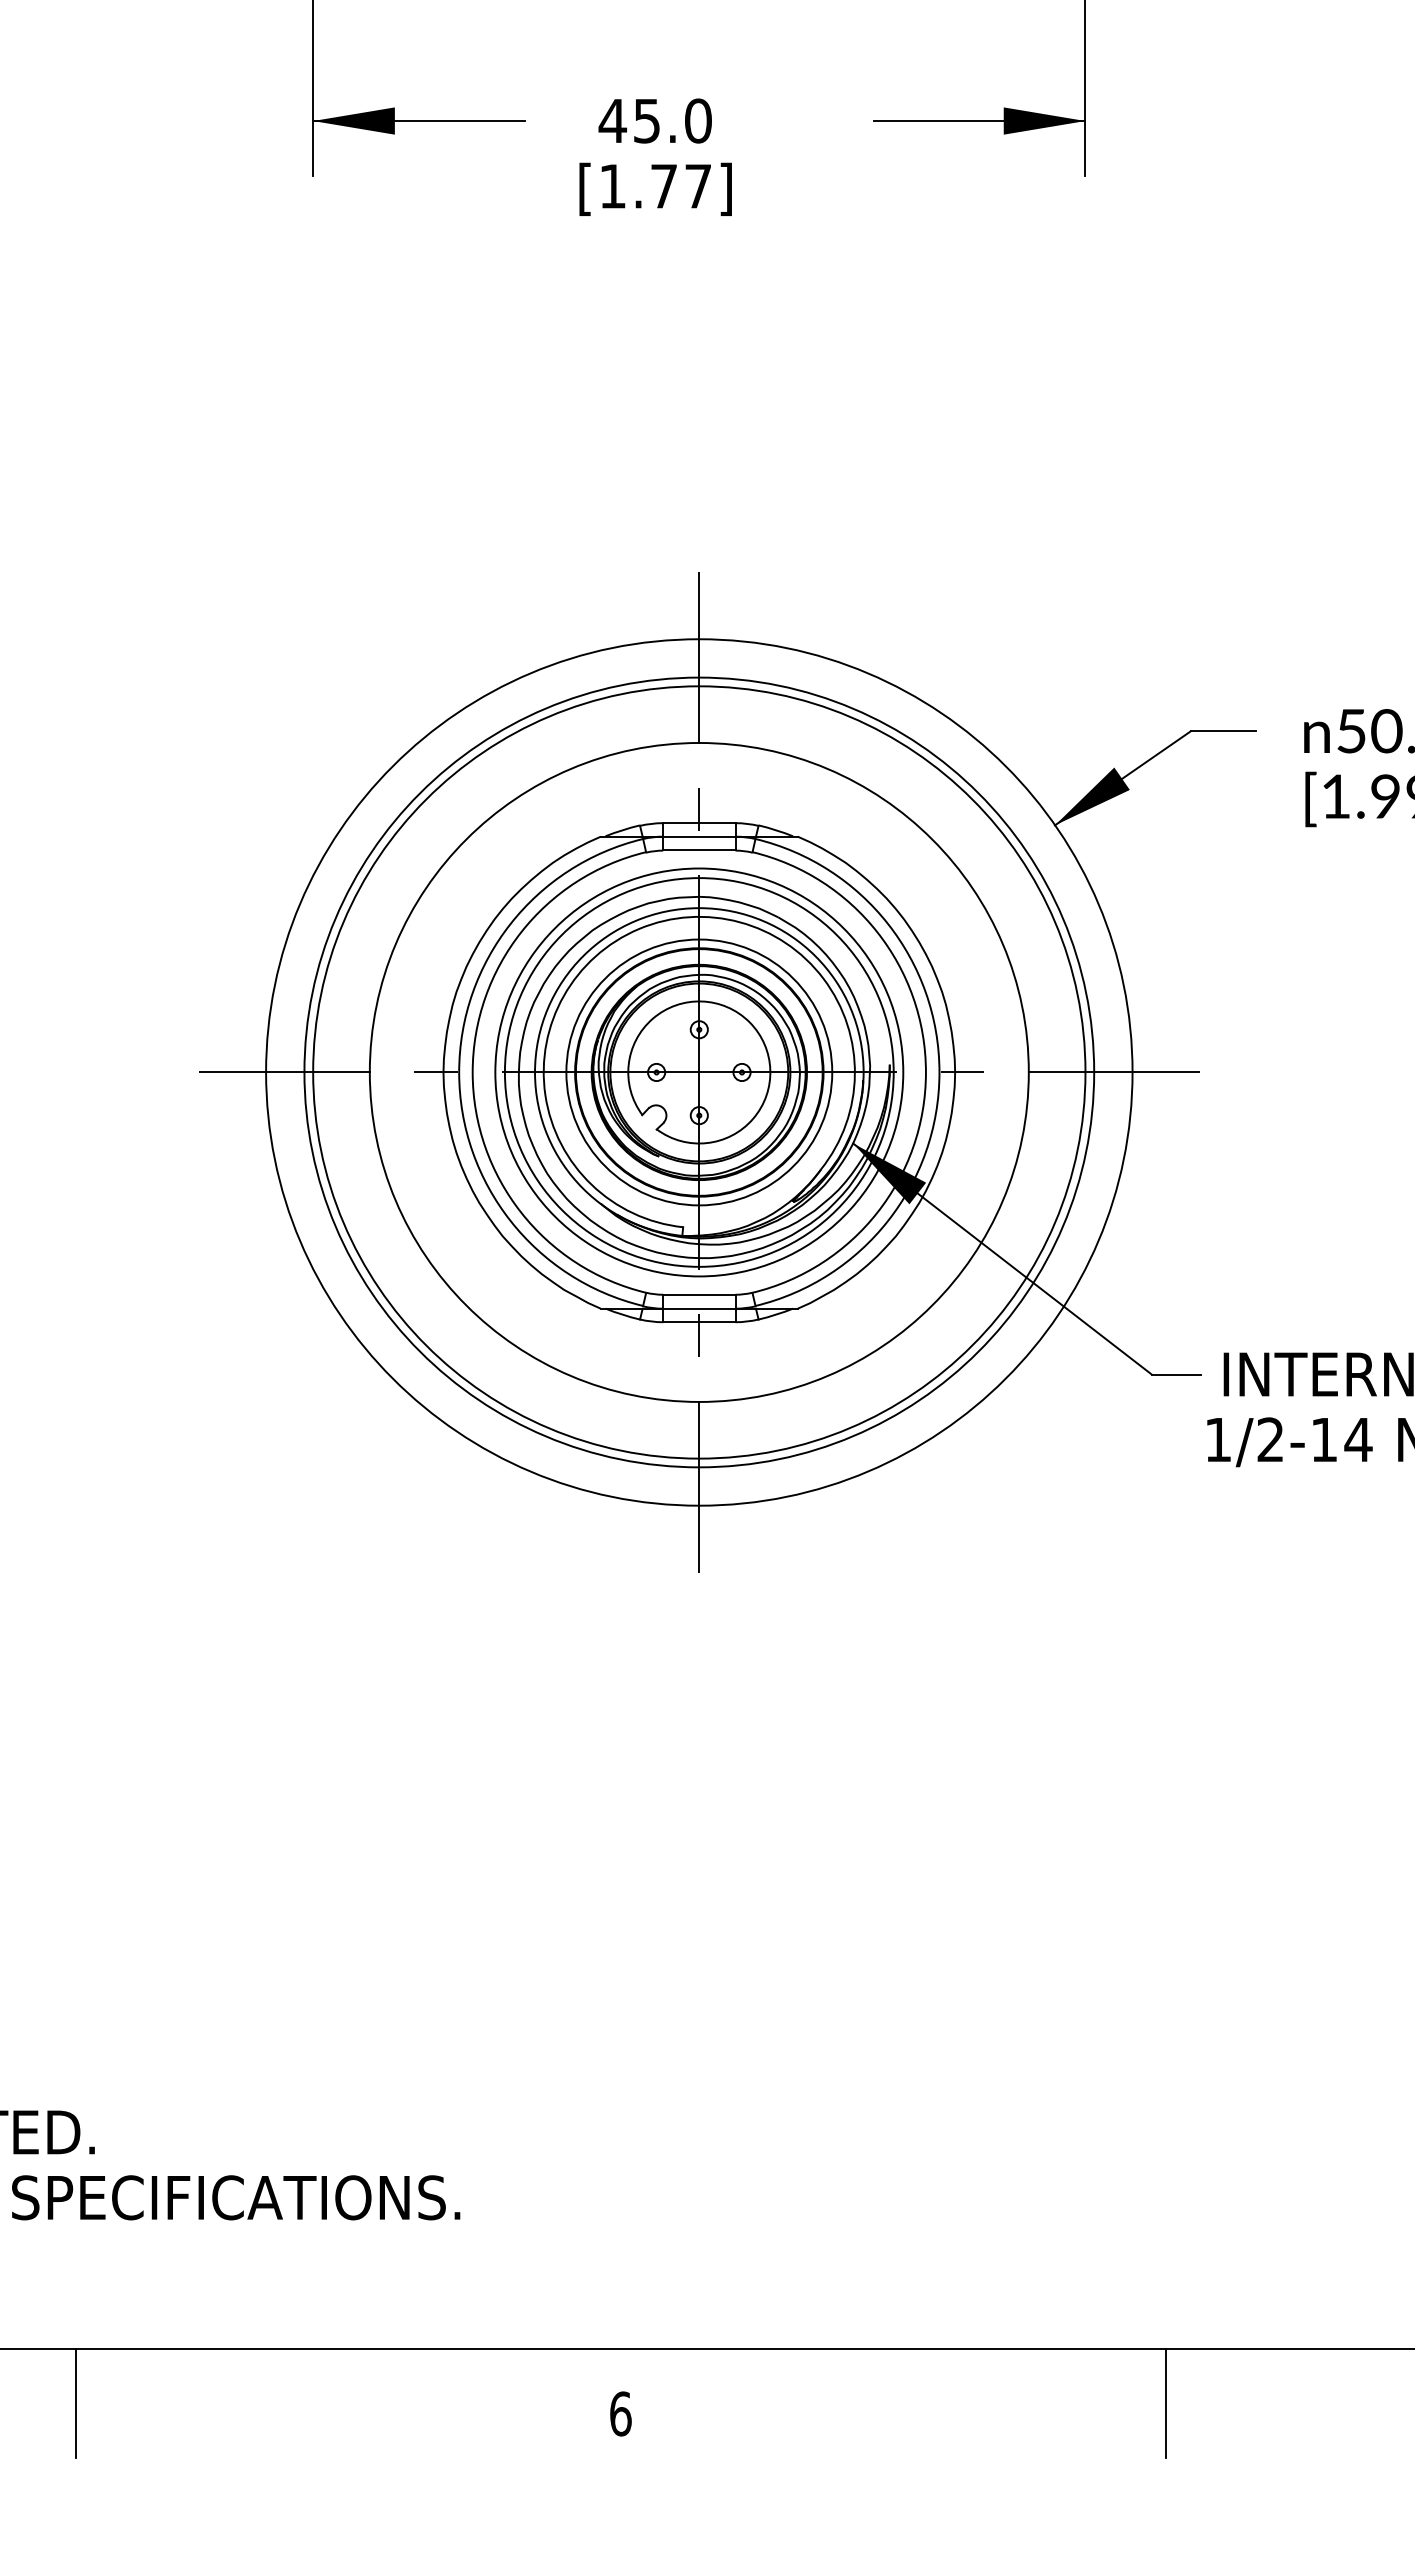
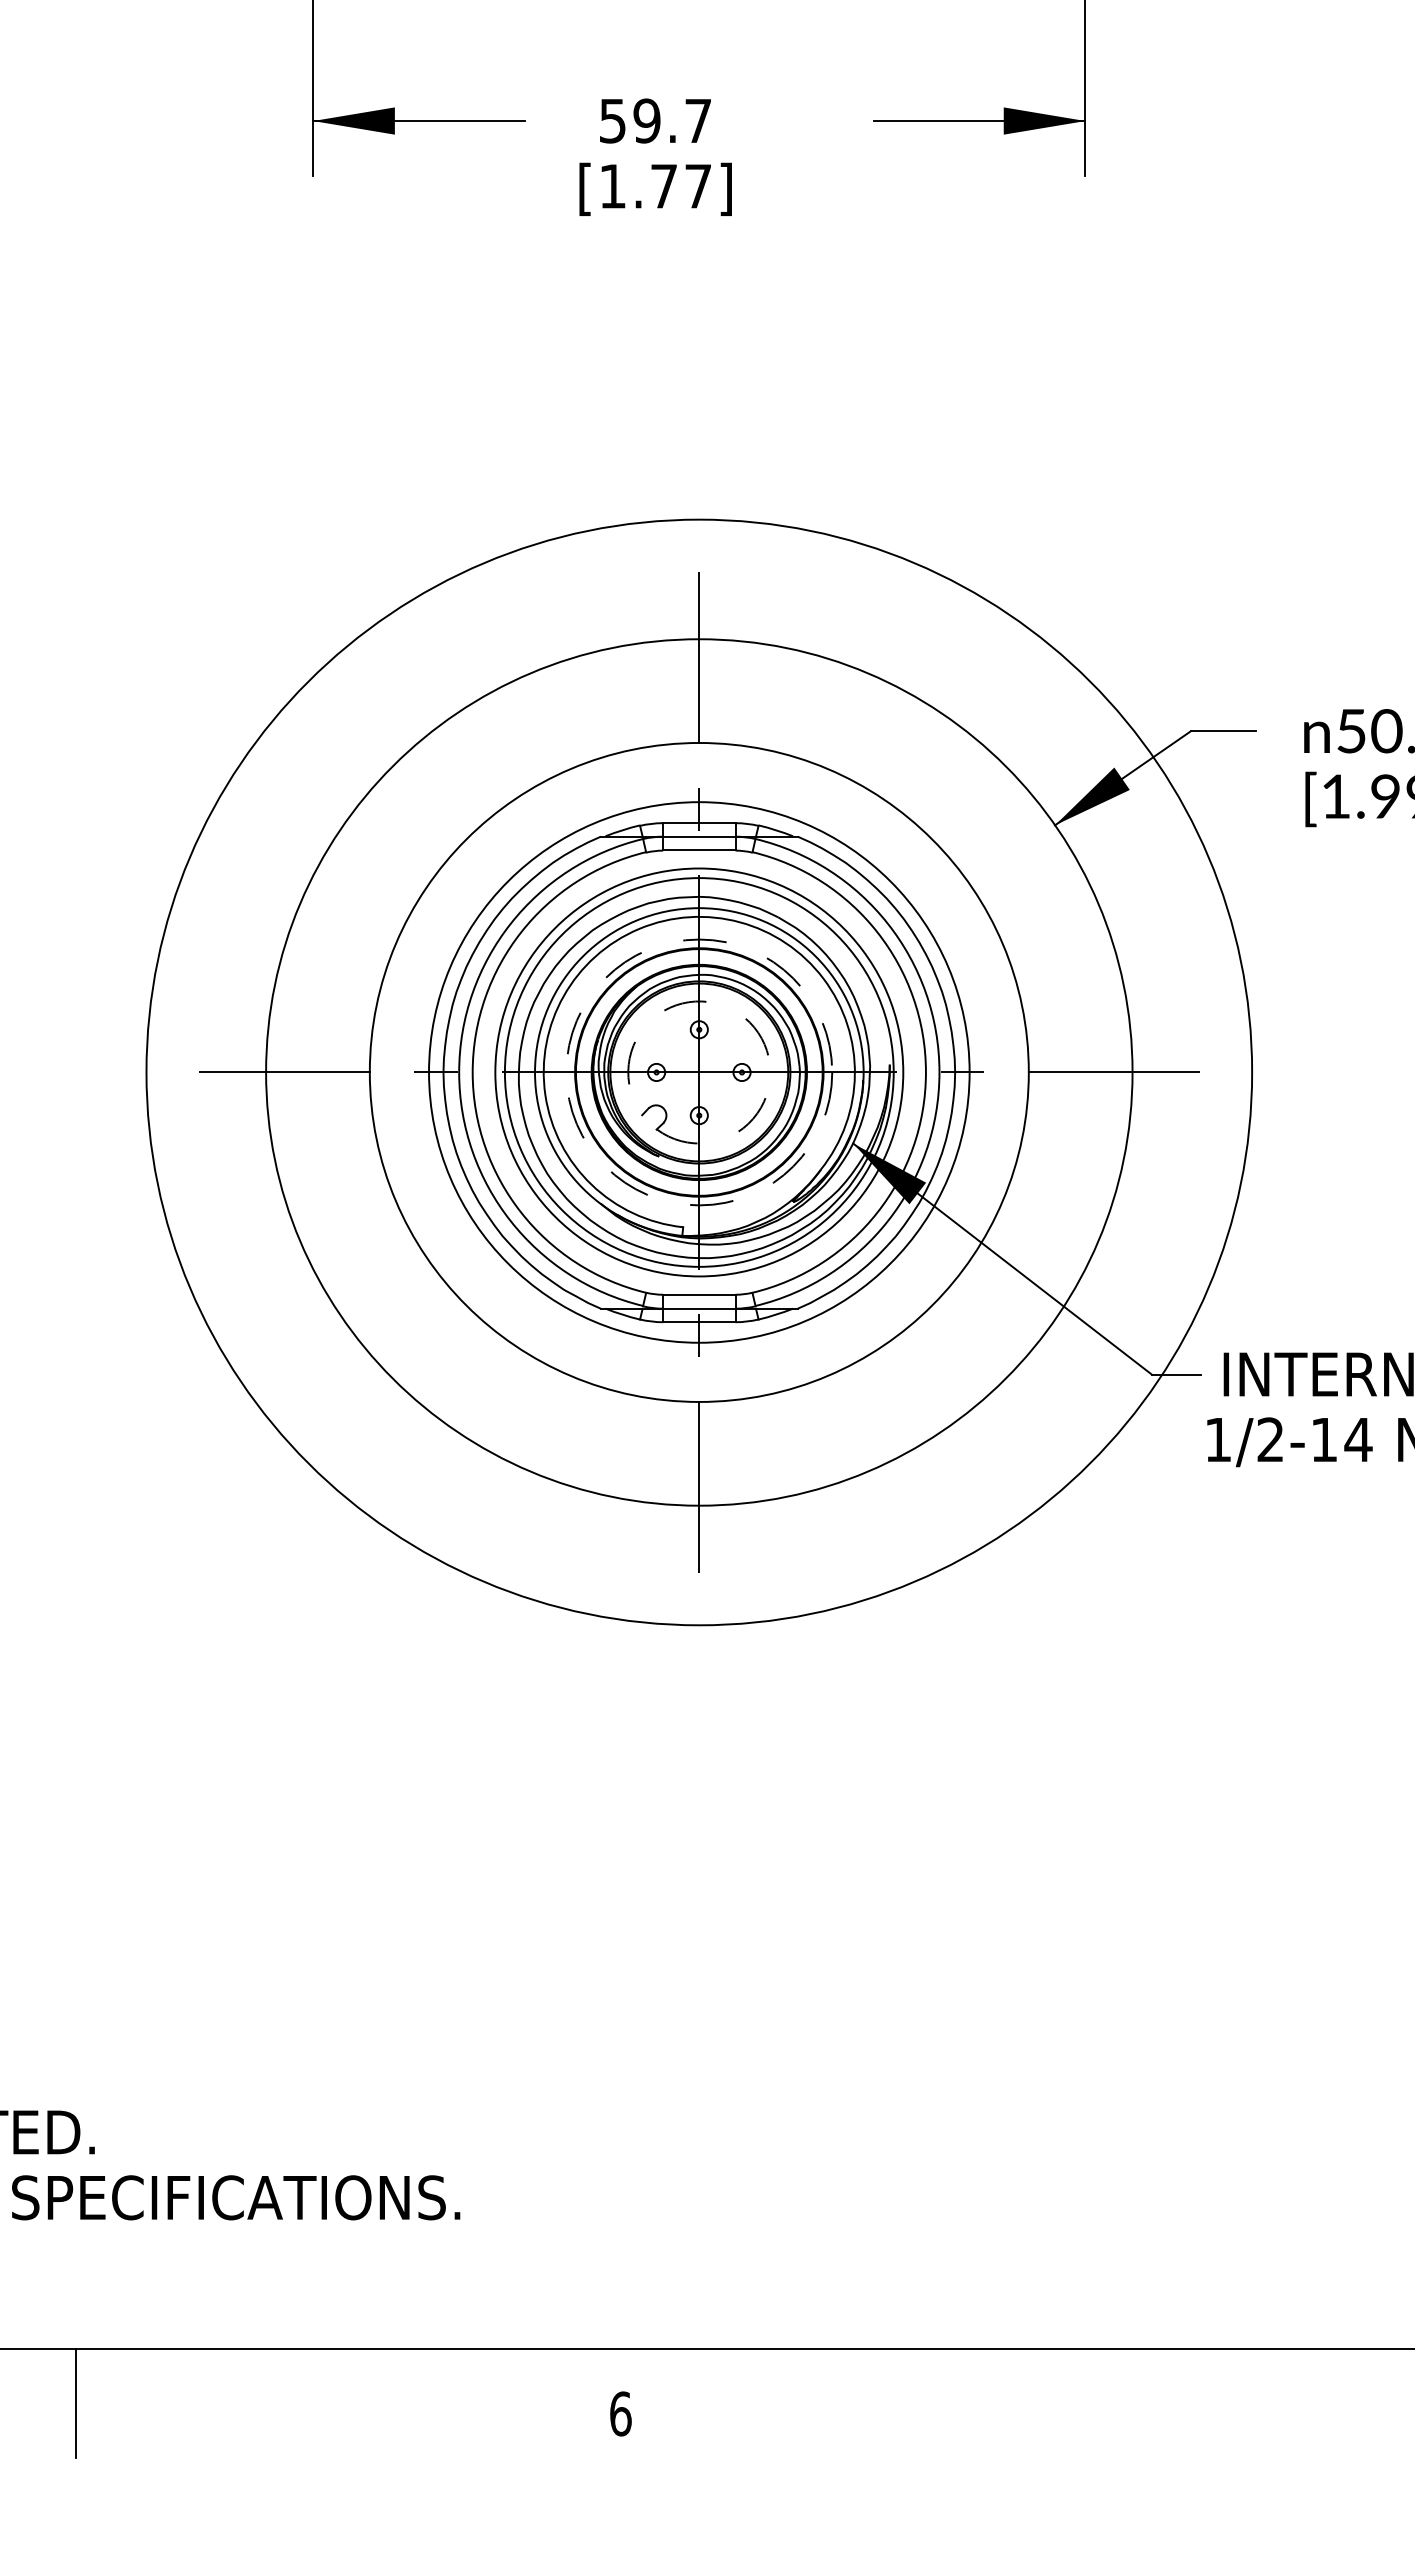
text at (654, 120): 45.0 -> 59.7
arc at (749, 1022): solid -> dashed
circle at (699, 1072) diameter: 772 px -> 541 px
circle at (699, 1072) diameter: 790 px -> 1106 px
circle at (699, 1072): solid -> dashed
line at (1165, 2402): present -> none
